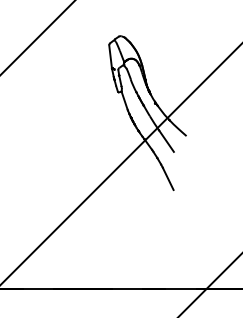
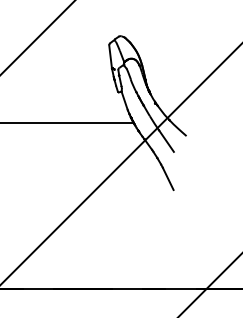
line at (67, 122): none -> present
